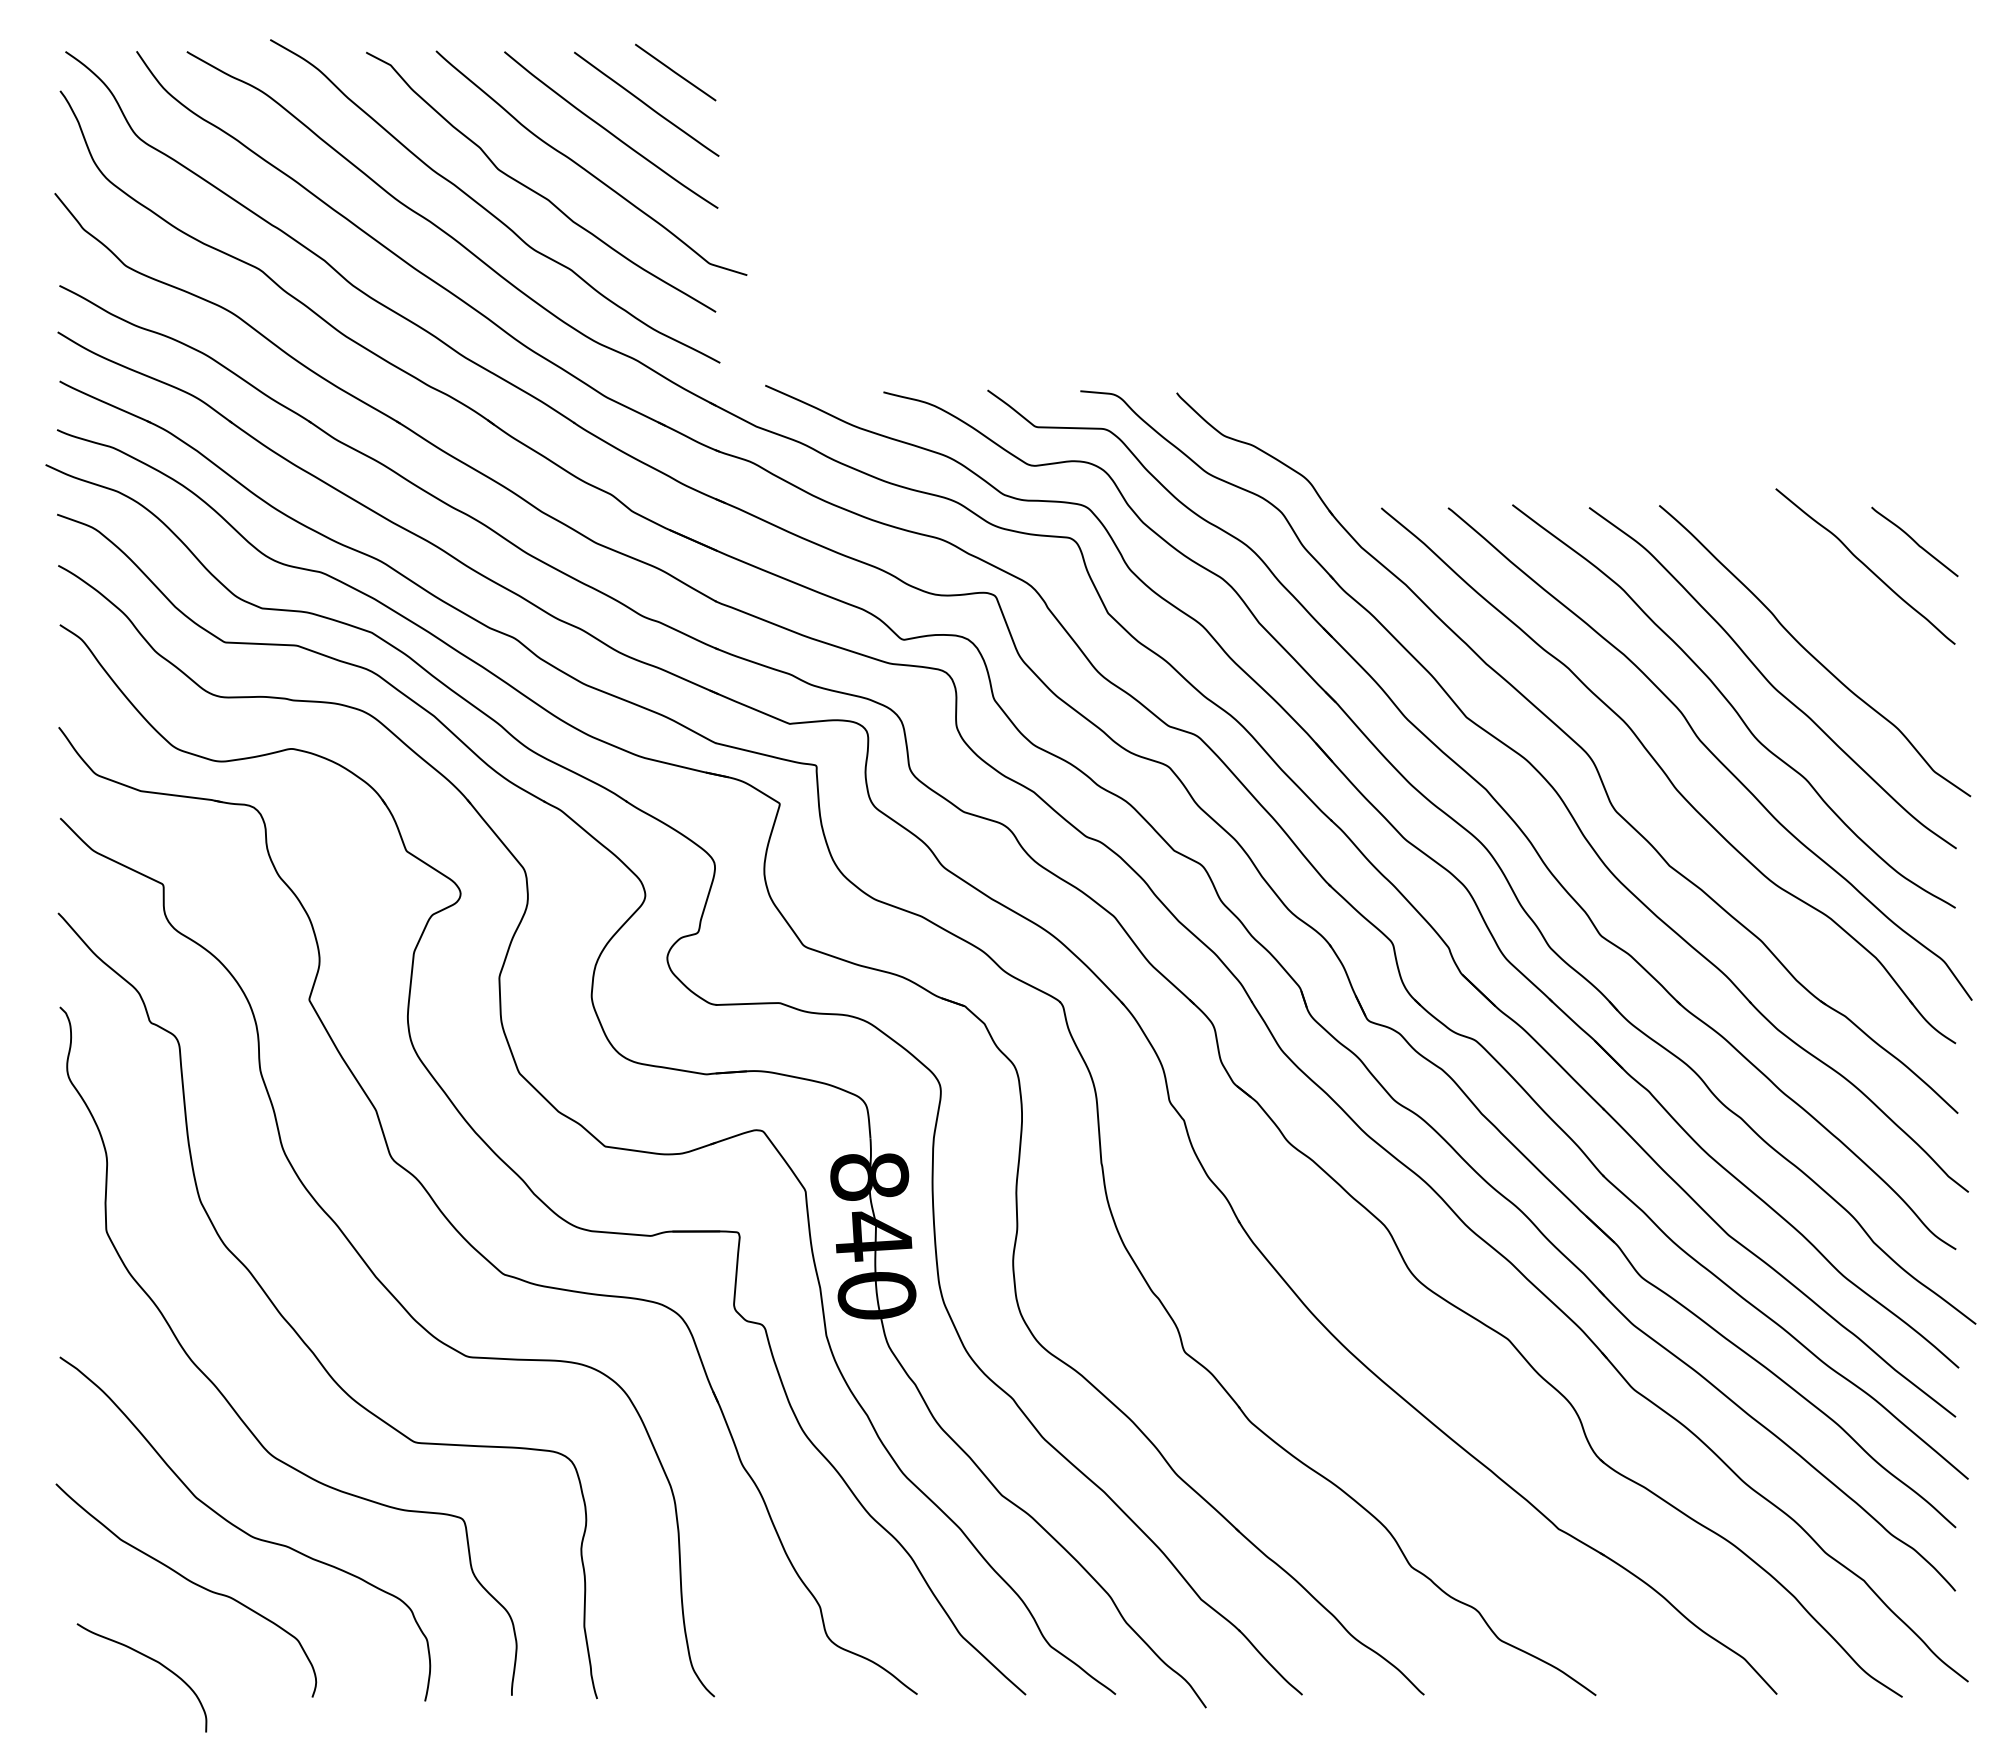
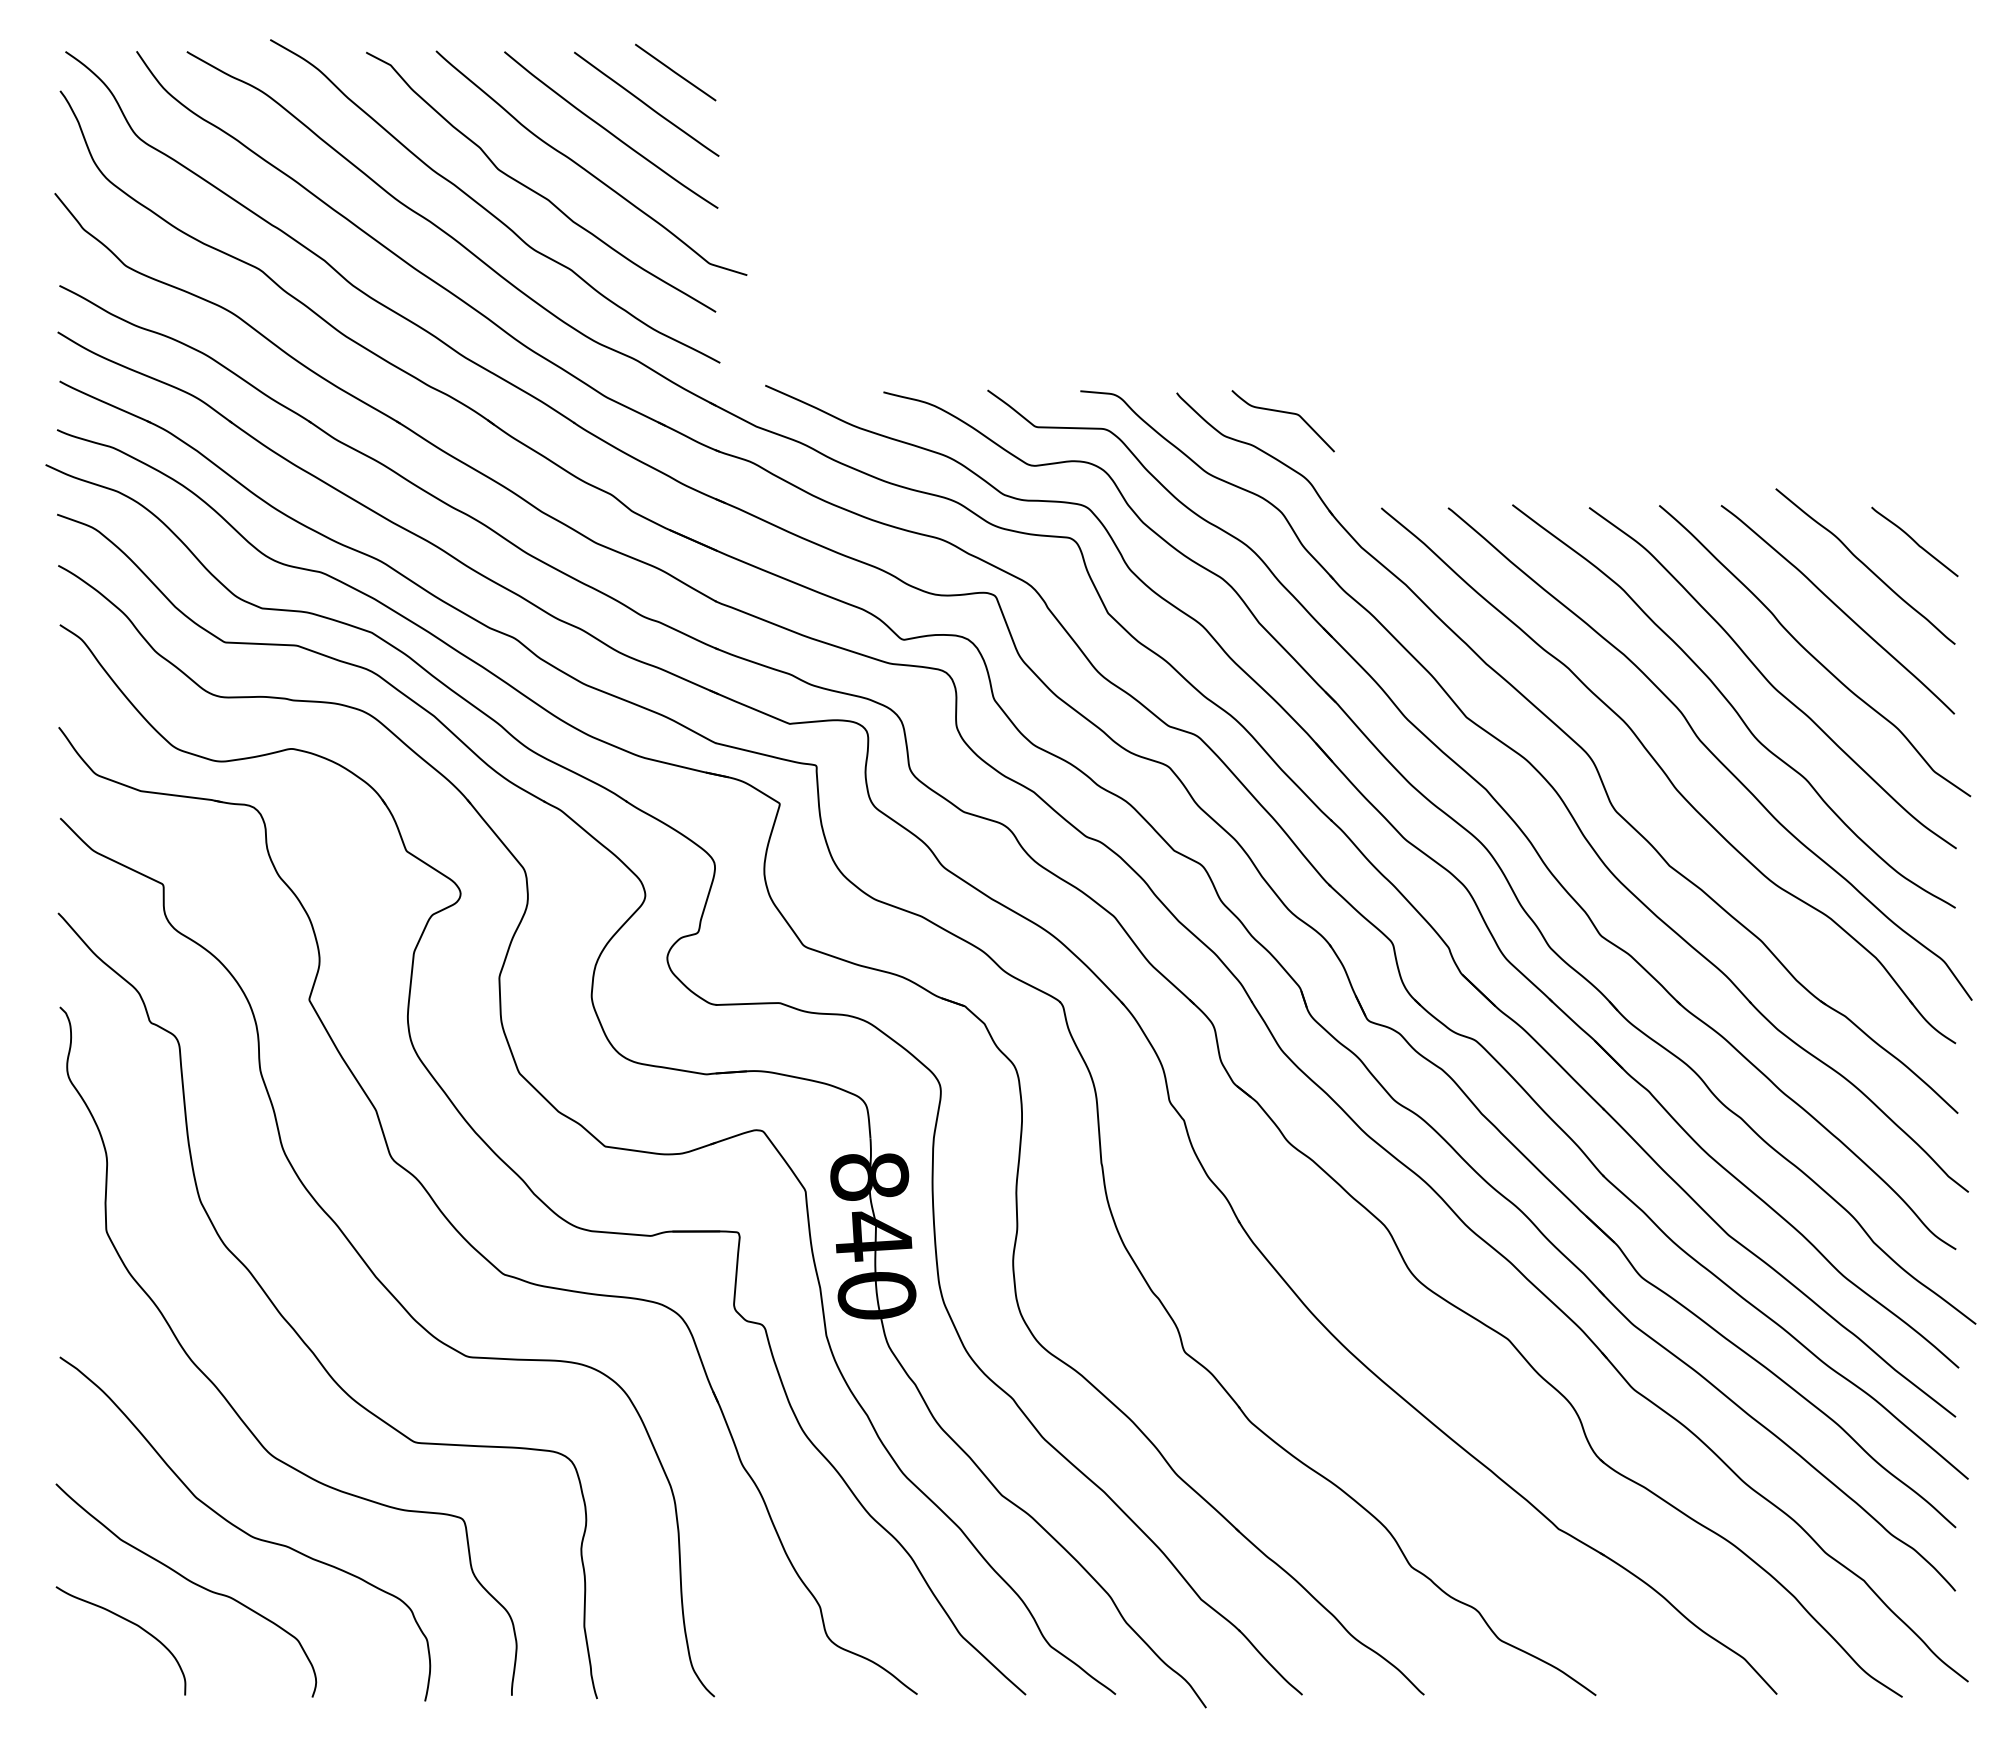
curve at (1285, 413): none -> present
curve at (1838, 608): none -> present
curve at (150, 1659) position: (150, 1659) -> (129, 1622)
